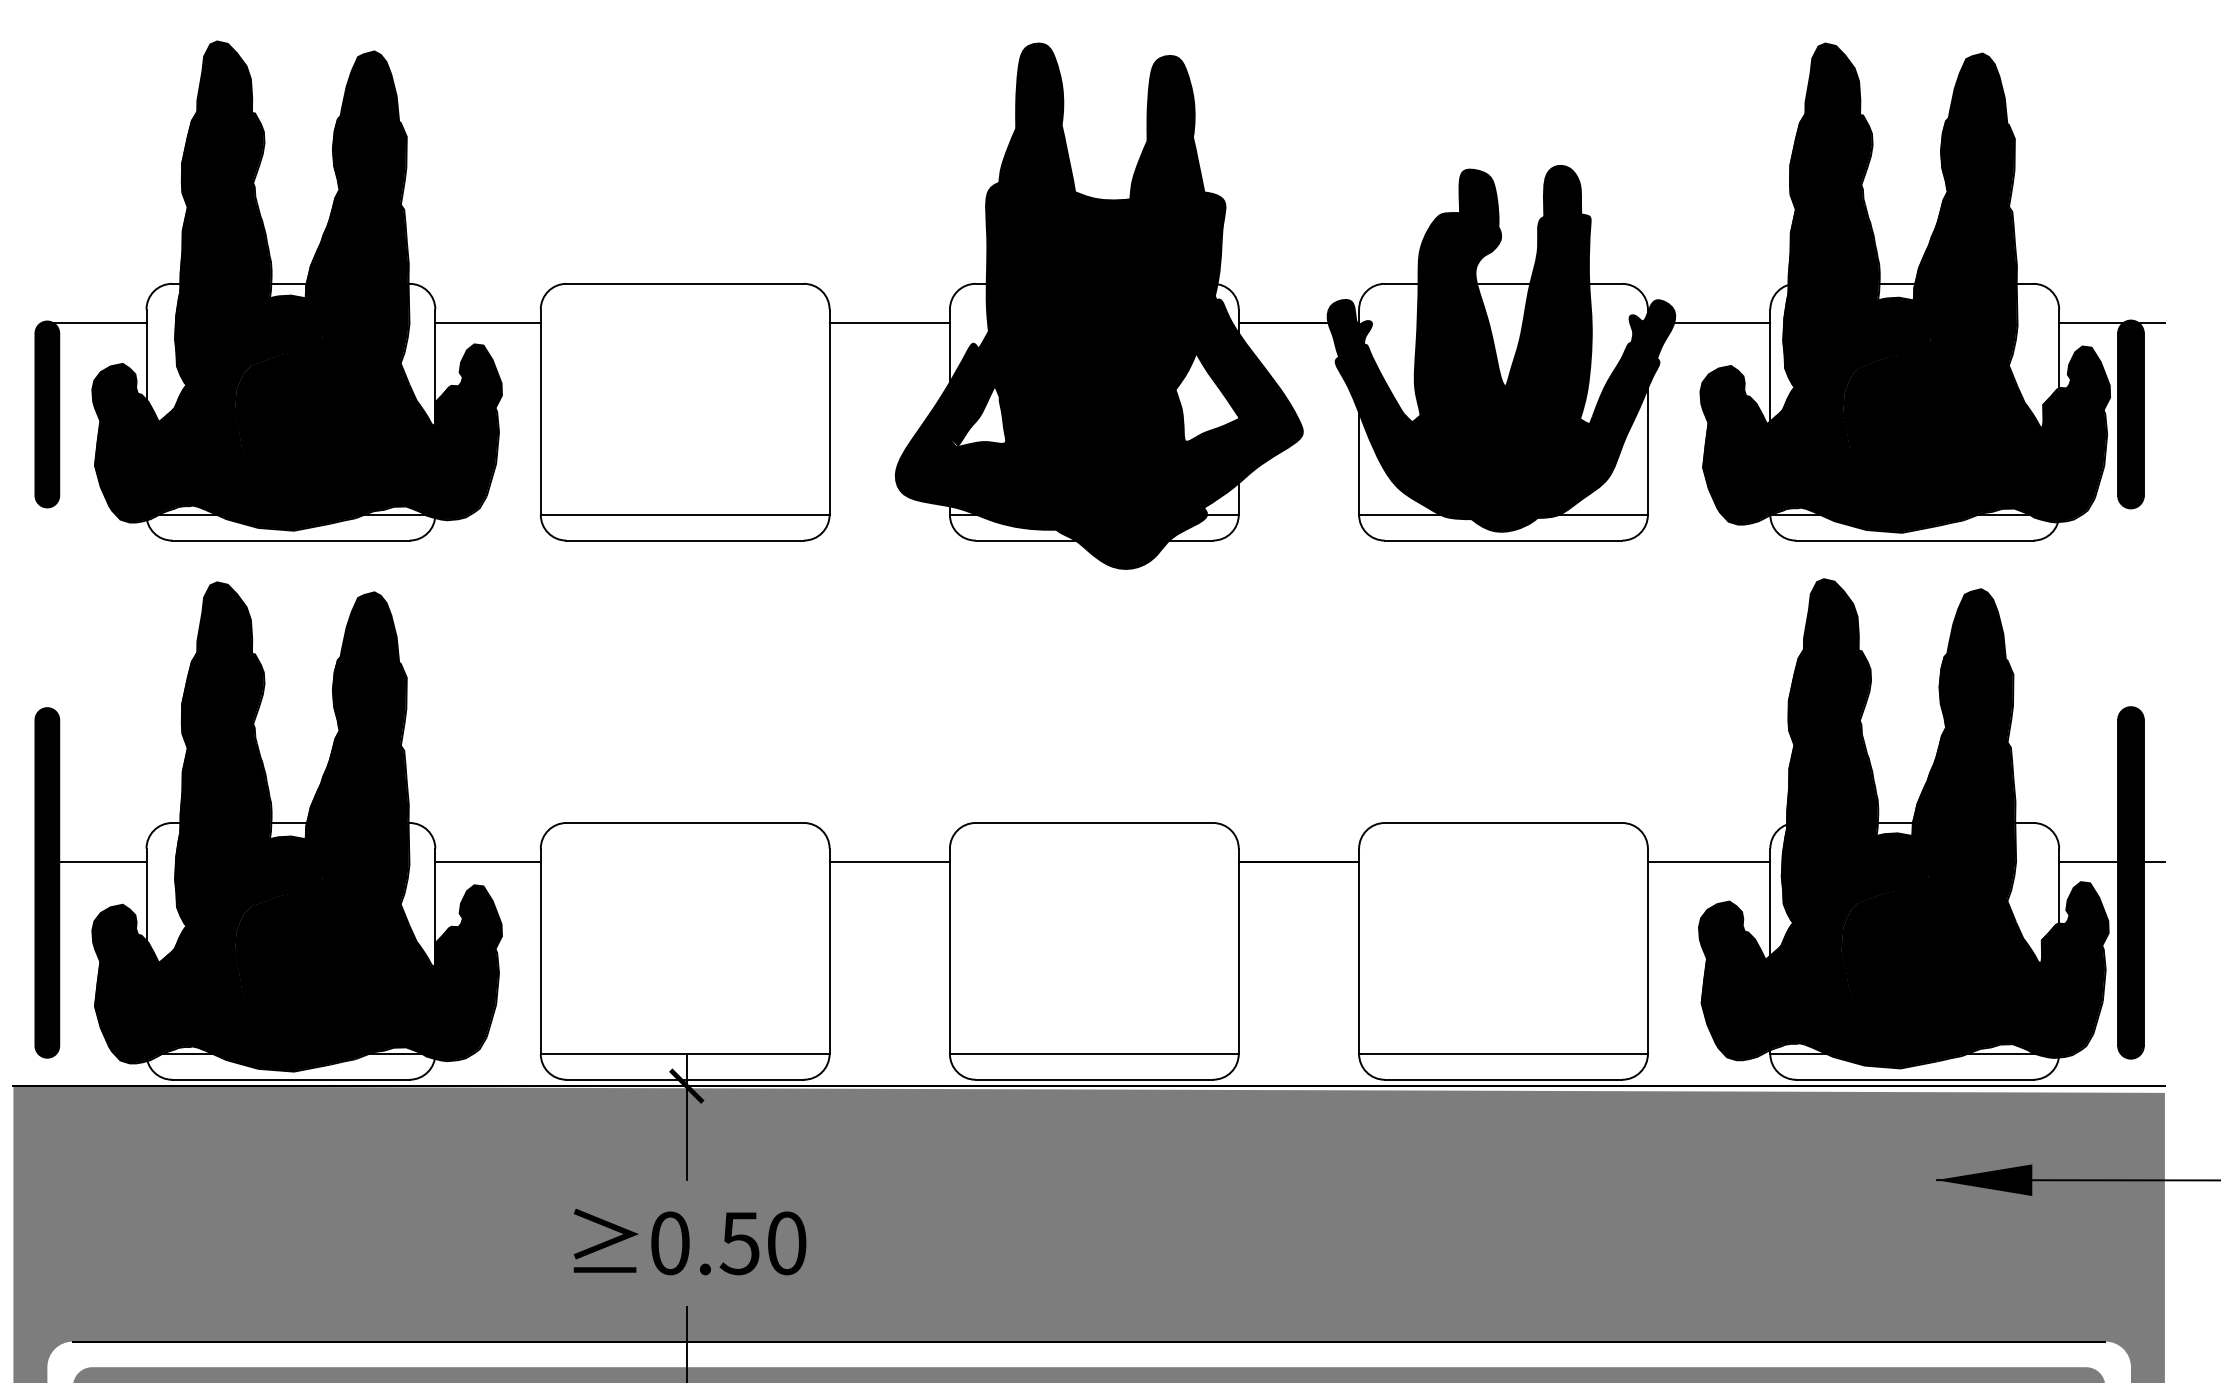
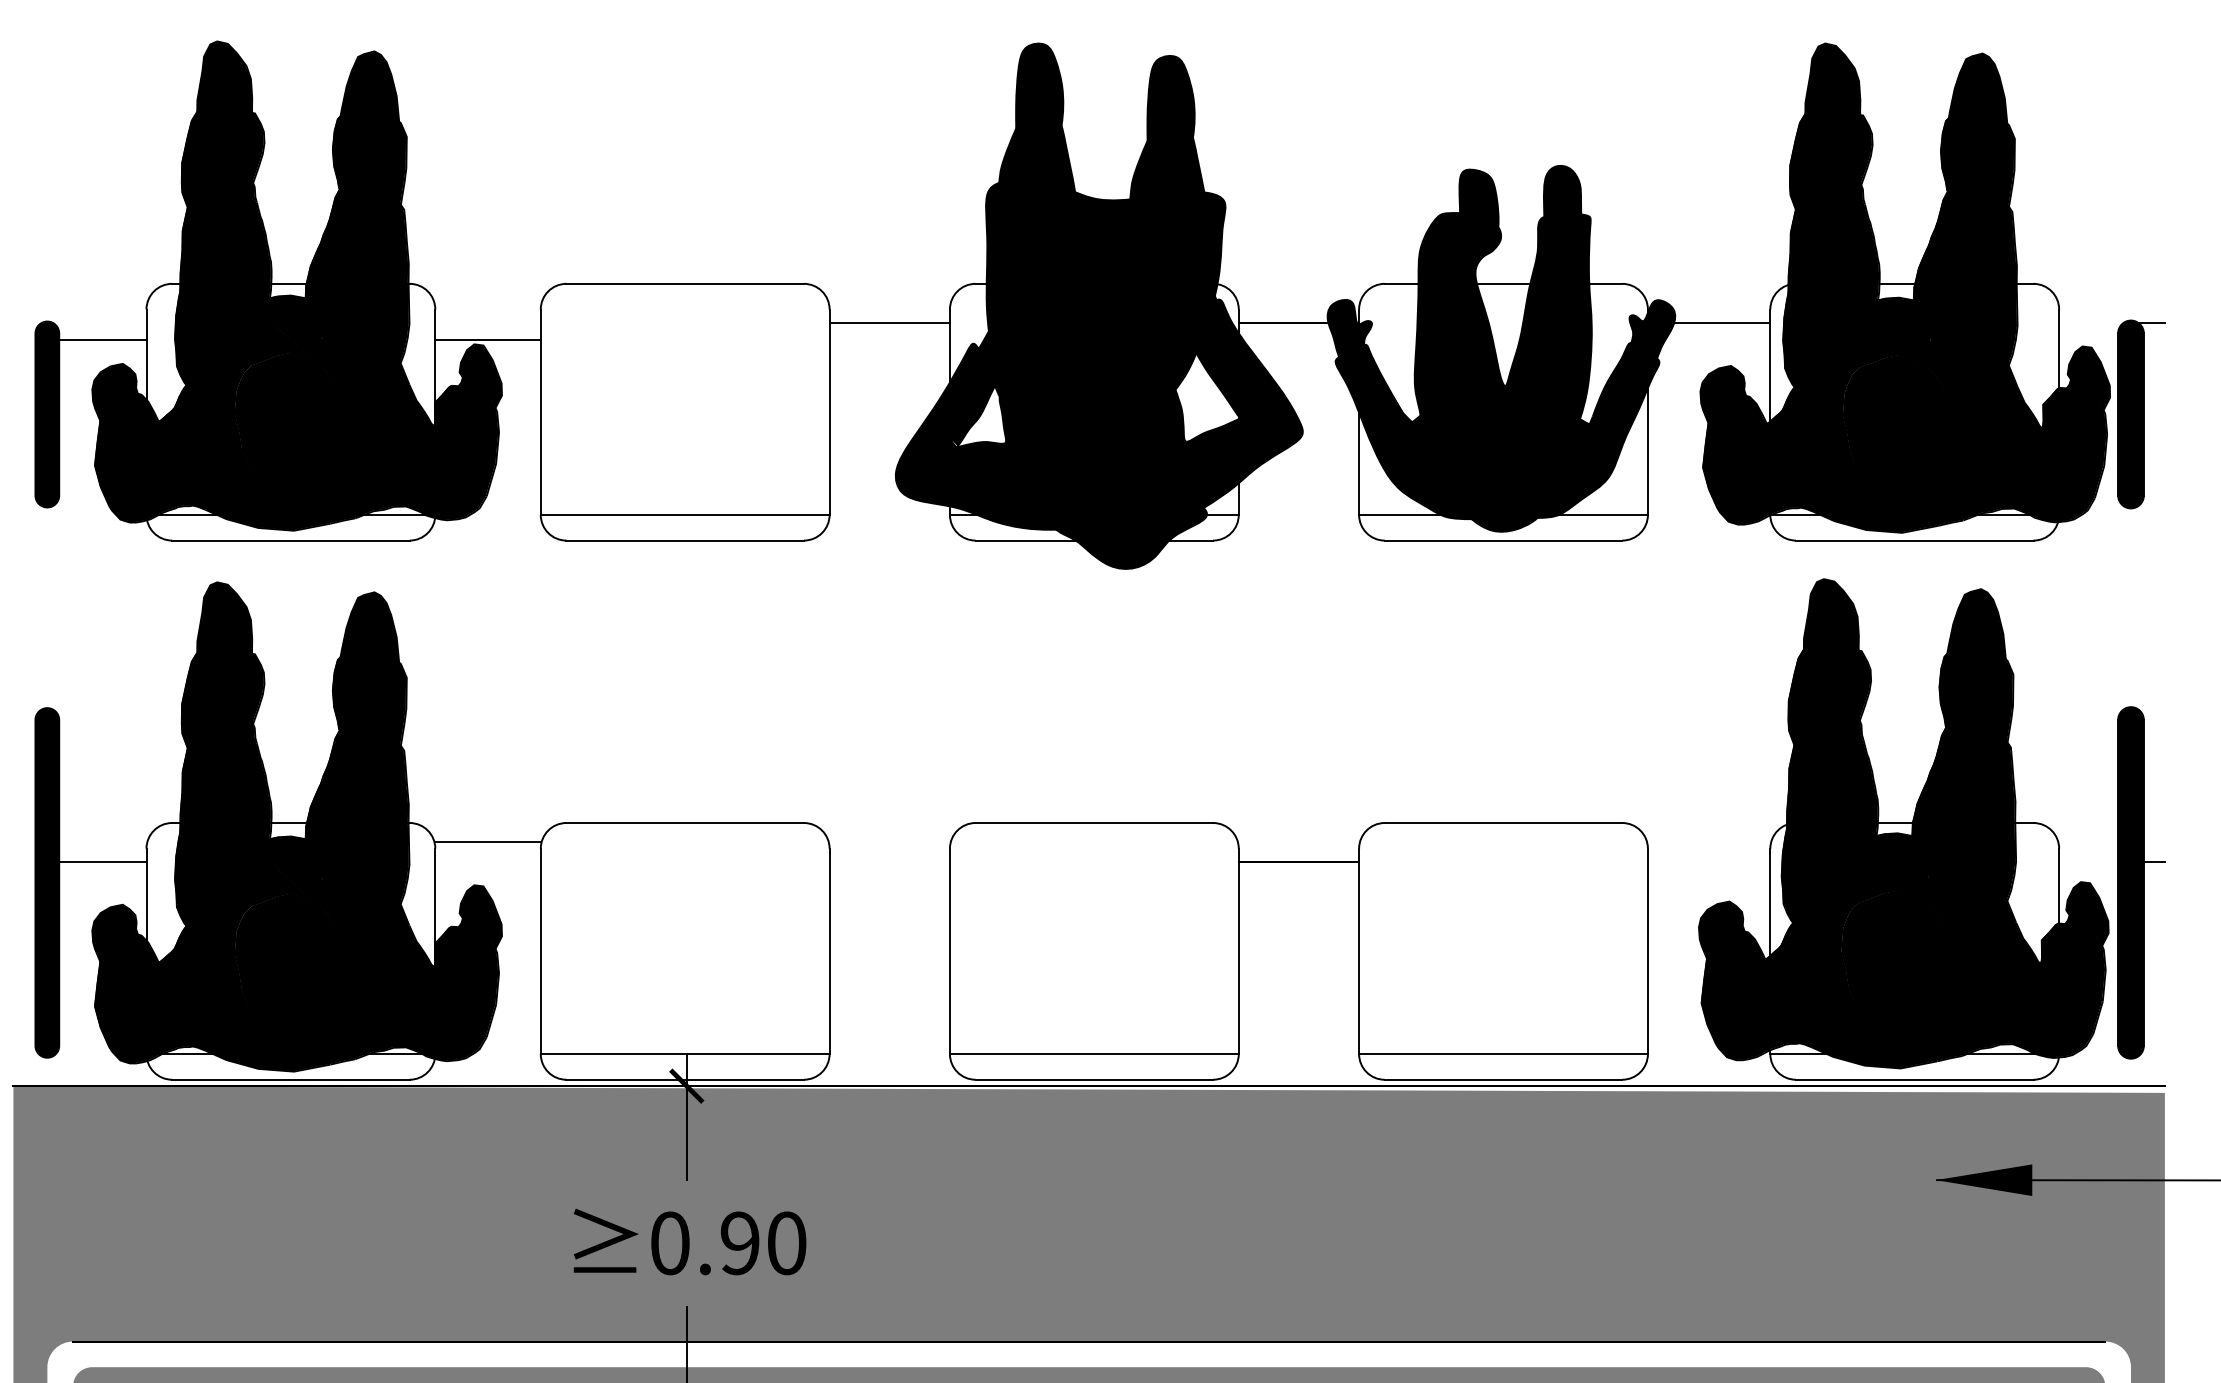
line at (100, 322) position: (100, 322) -> (100, 339)
line at (487, 322) position: (487, 322) -> (487, 339)
line at (2091, 322): present -> none
line at (487, 861) position: (487, 861) -> (487, 841)
line at (889, 861): present -> none
line at (1708, 861): present -> none
line at (2088, 861): present -> none
text at (739, 1243): 0.50 -> 0.90
